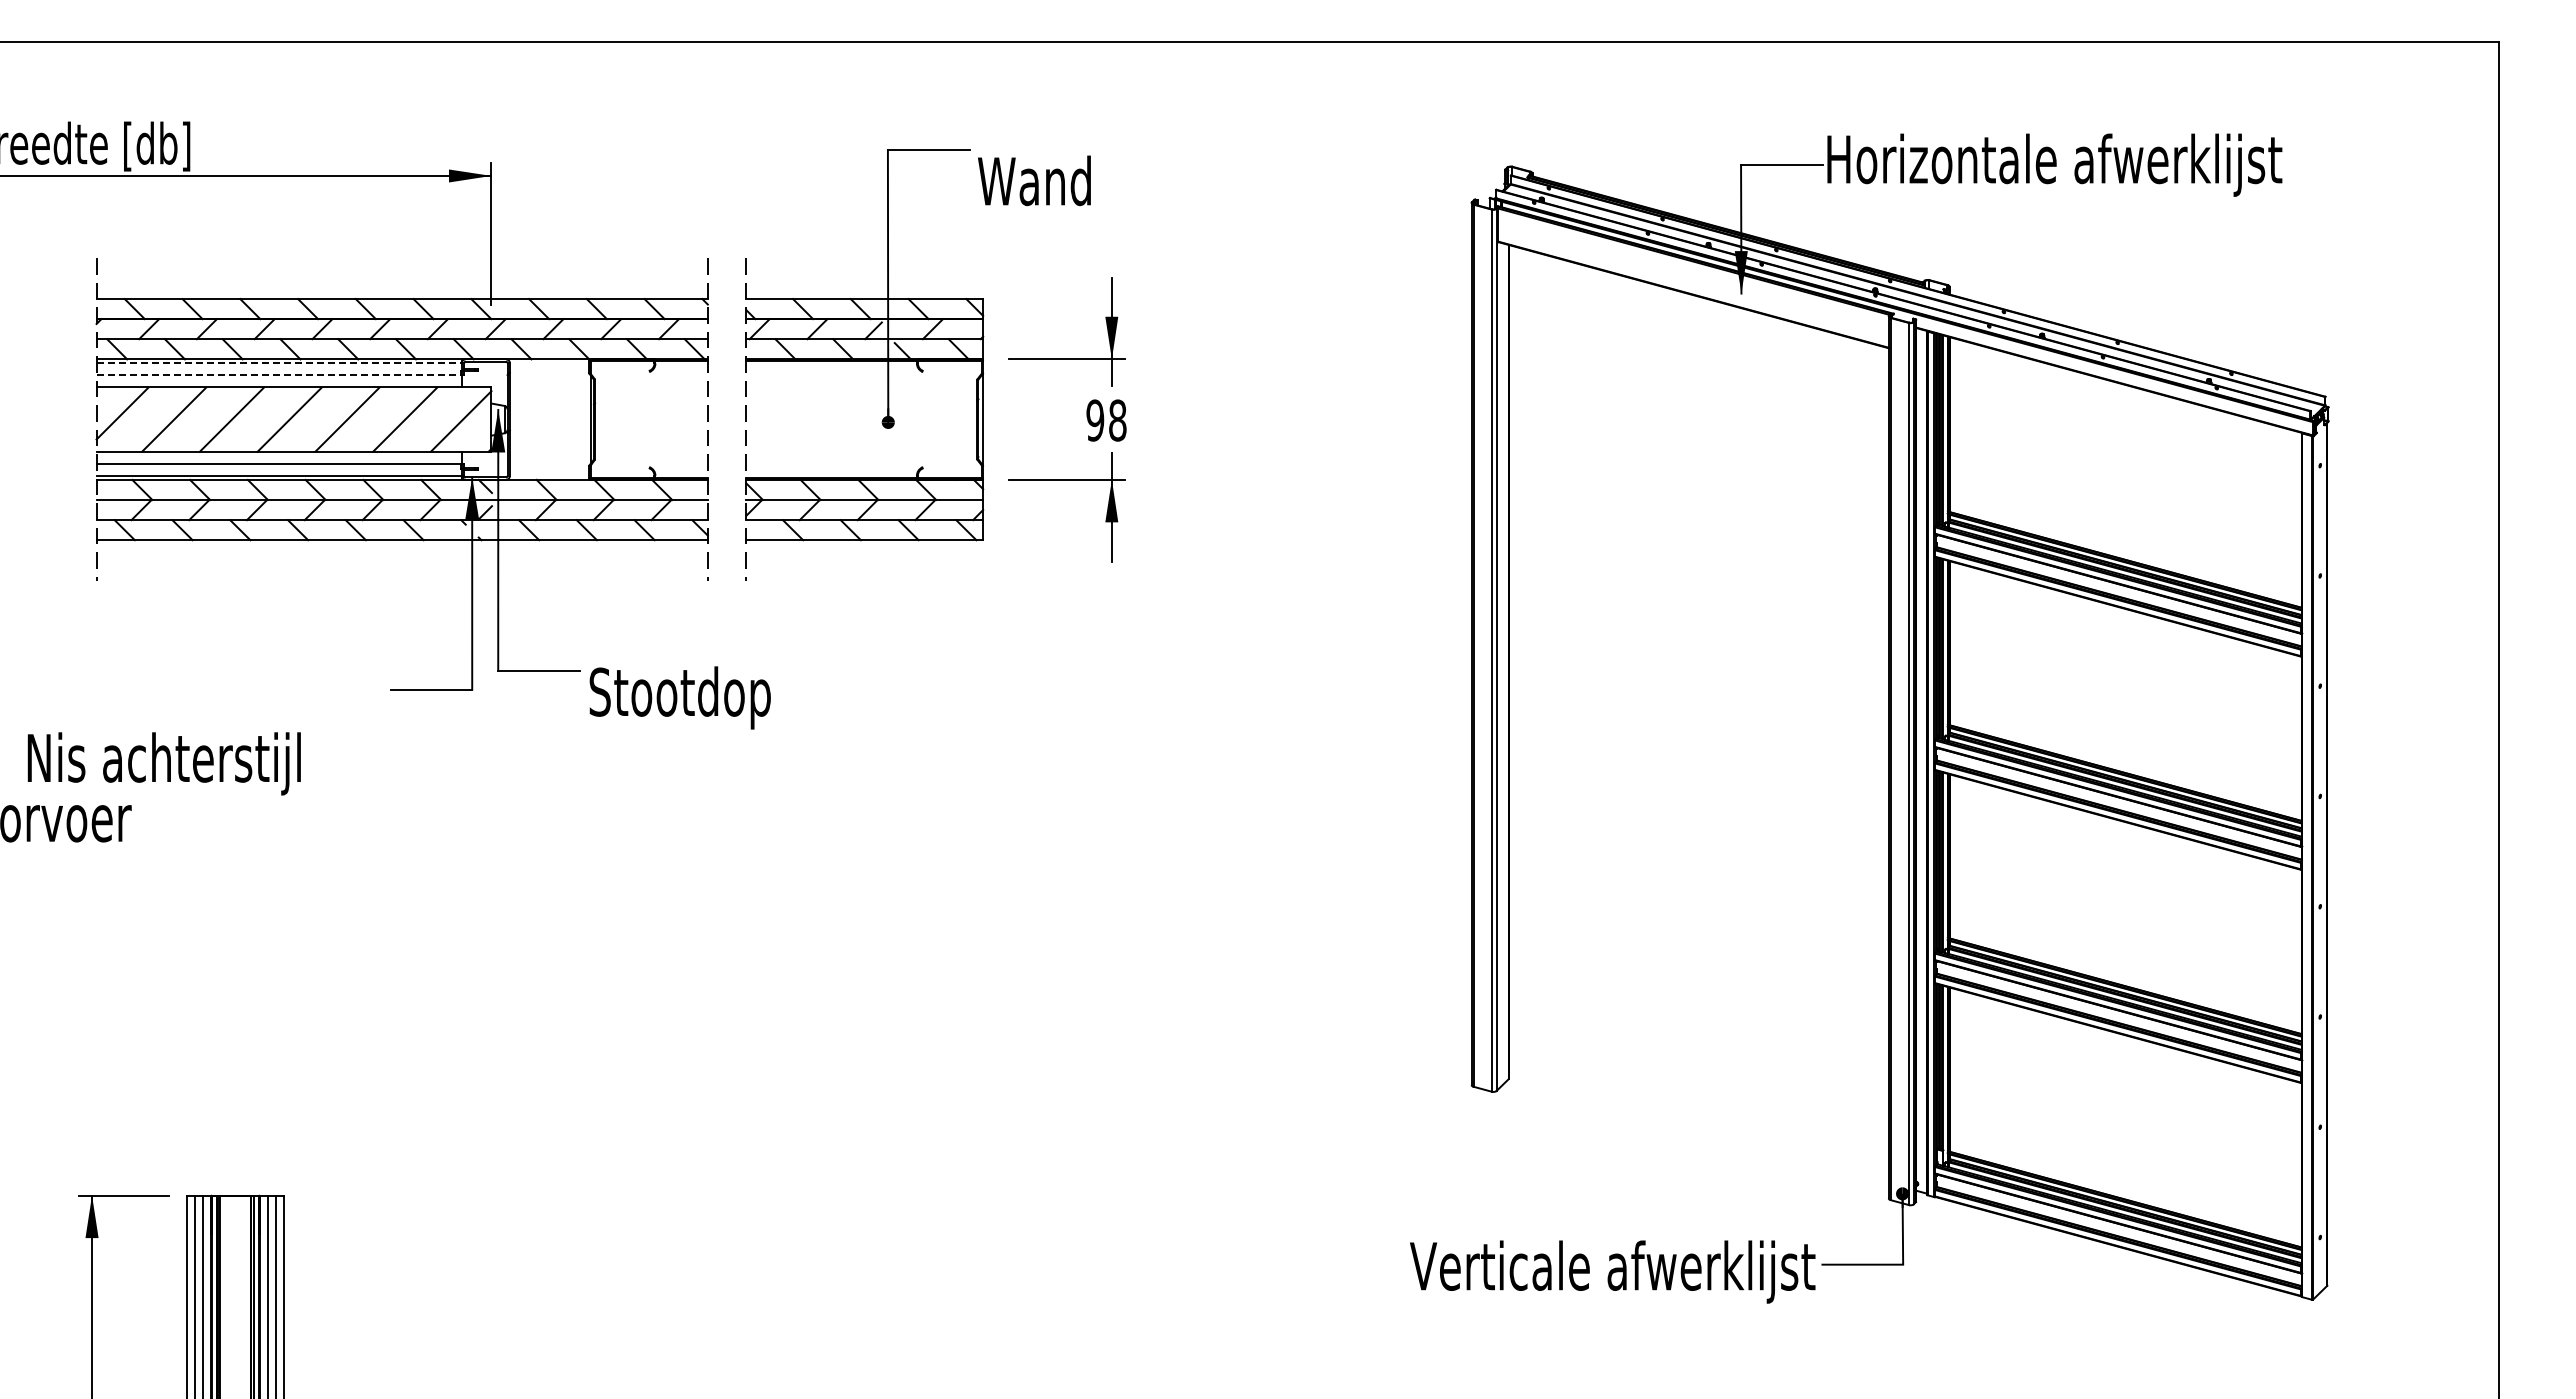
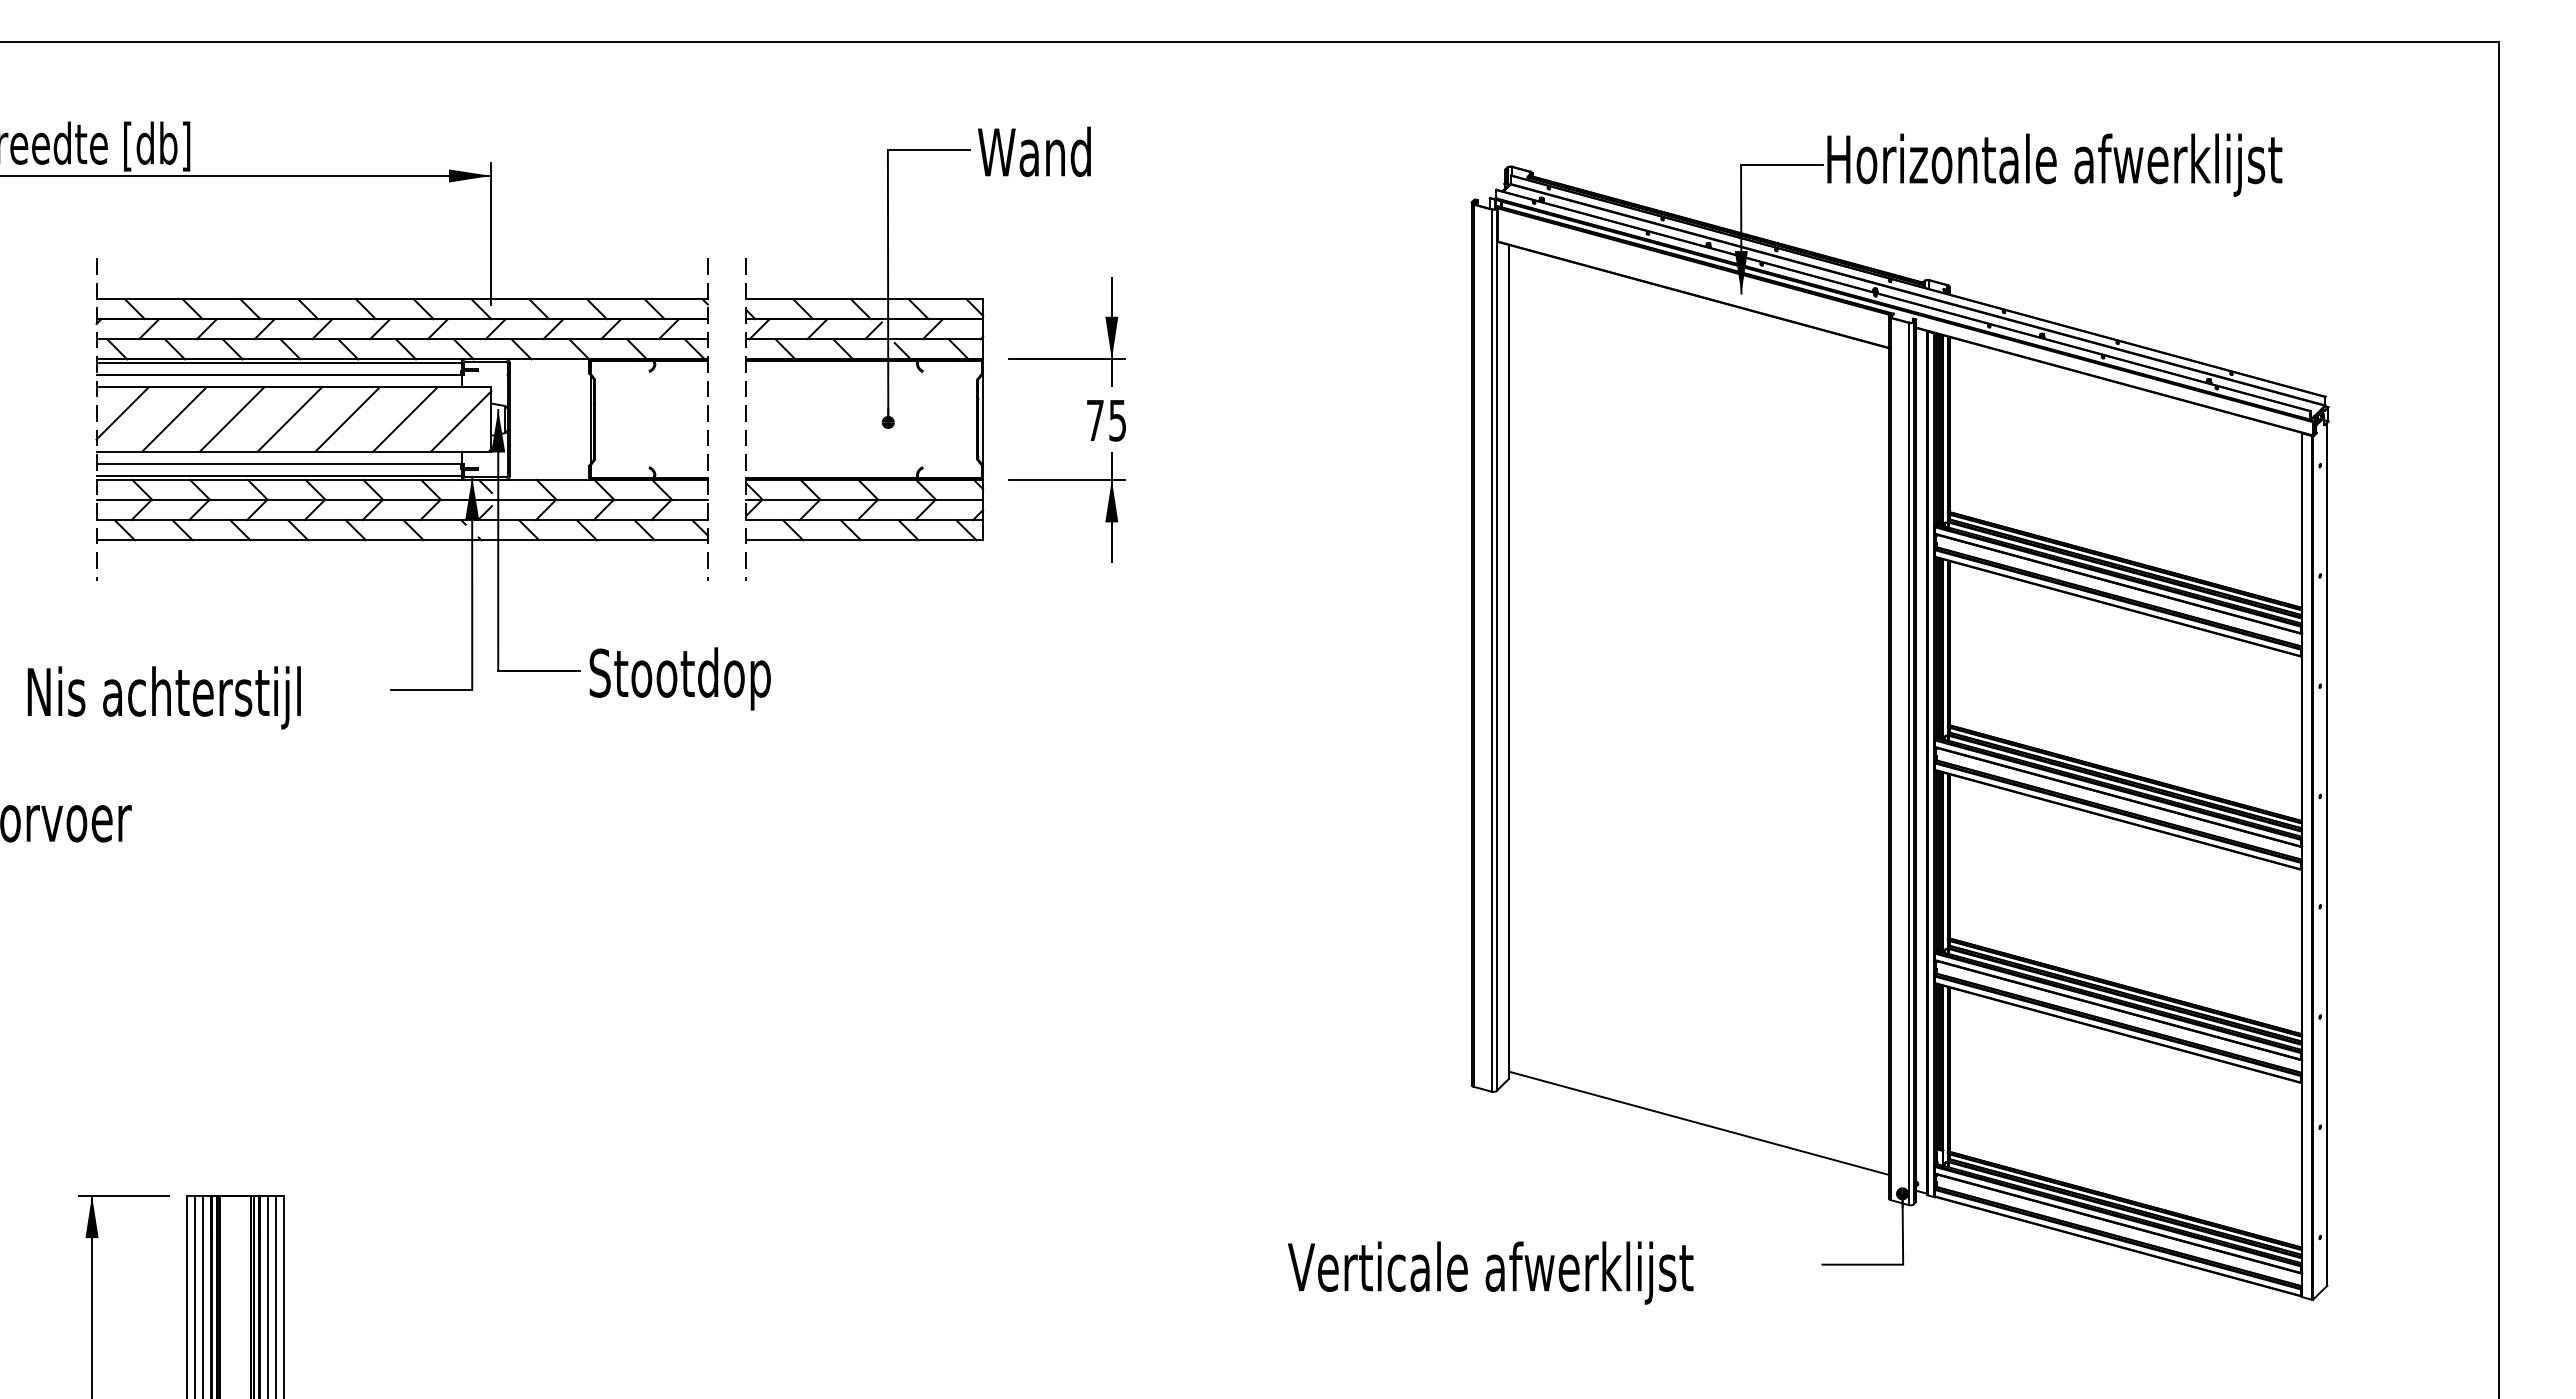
text at (1034, 180) position: (1034, 180) -> (1034, 151)
line at (279, 363): dashed -> solid
line at (279, 375): dashed -> solid
text at (1106, 420): 98 -> 75
text at (679, 697) position: (679, 697) -> (679, 678)
text at (163, 763) position: (163, 763) -> (163, 697)
line at (1698, 1122): none -> present
text at (1612, 1271) position: (1612, 1271) -> (1490, 1272)
